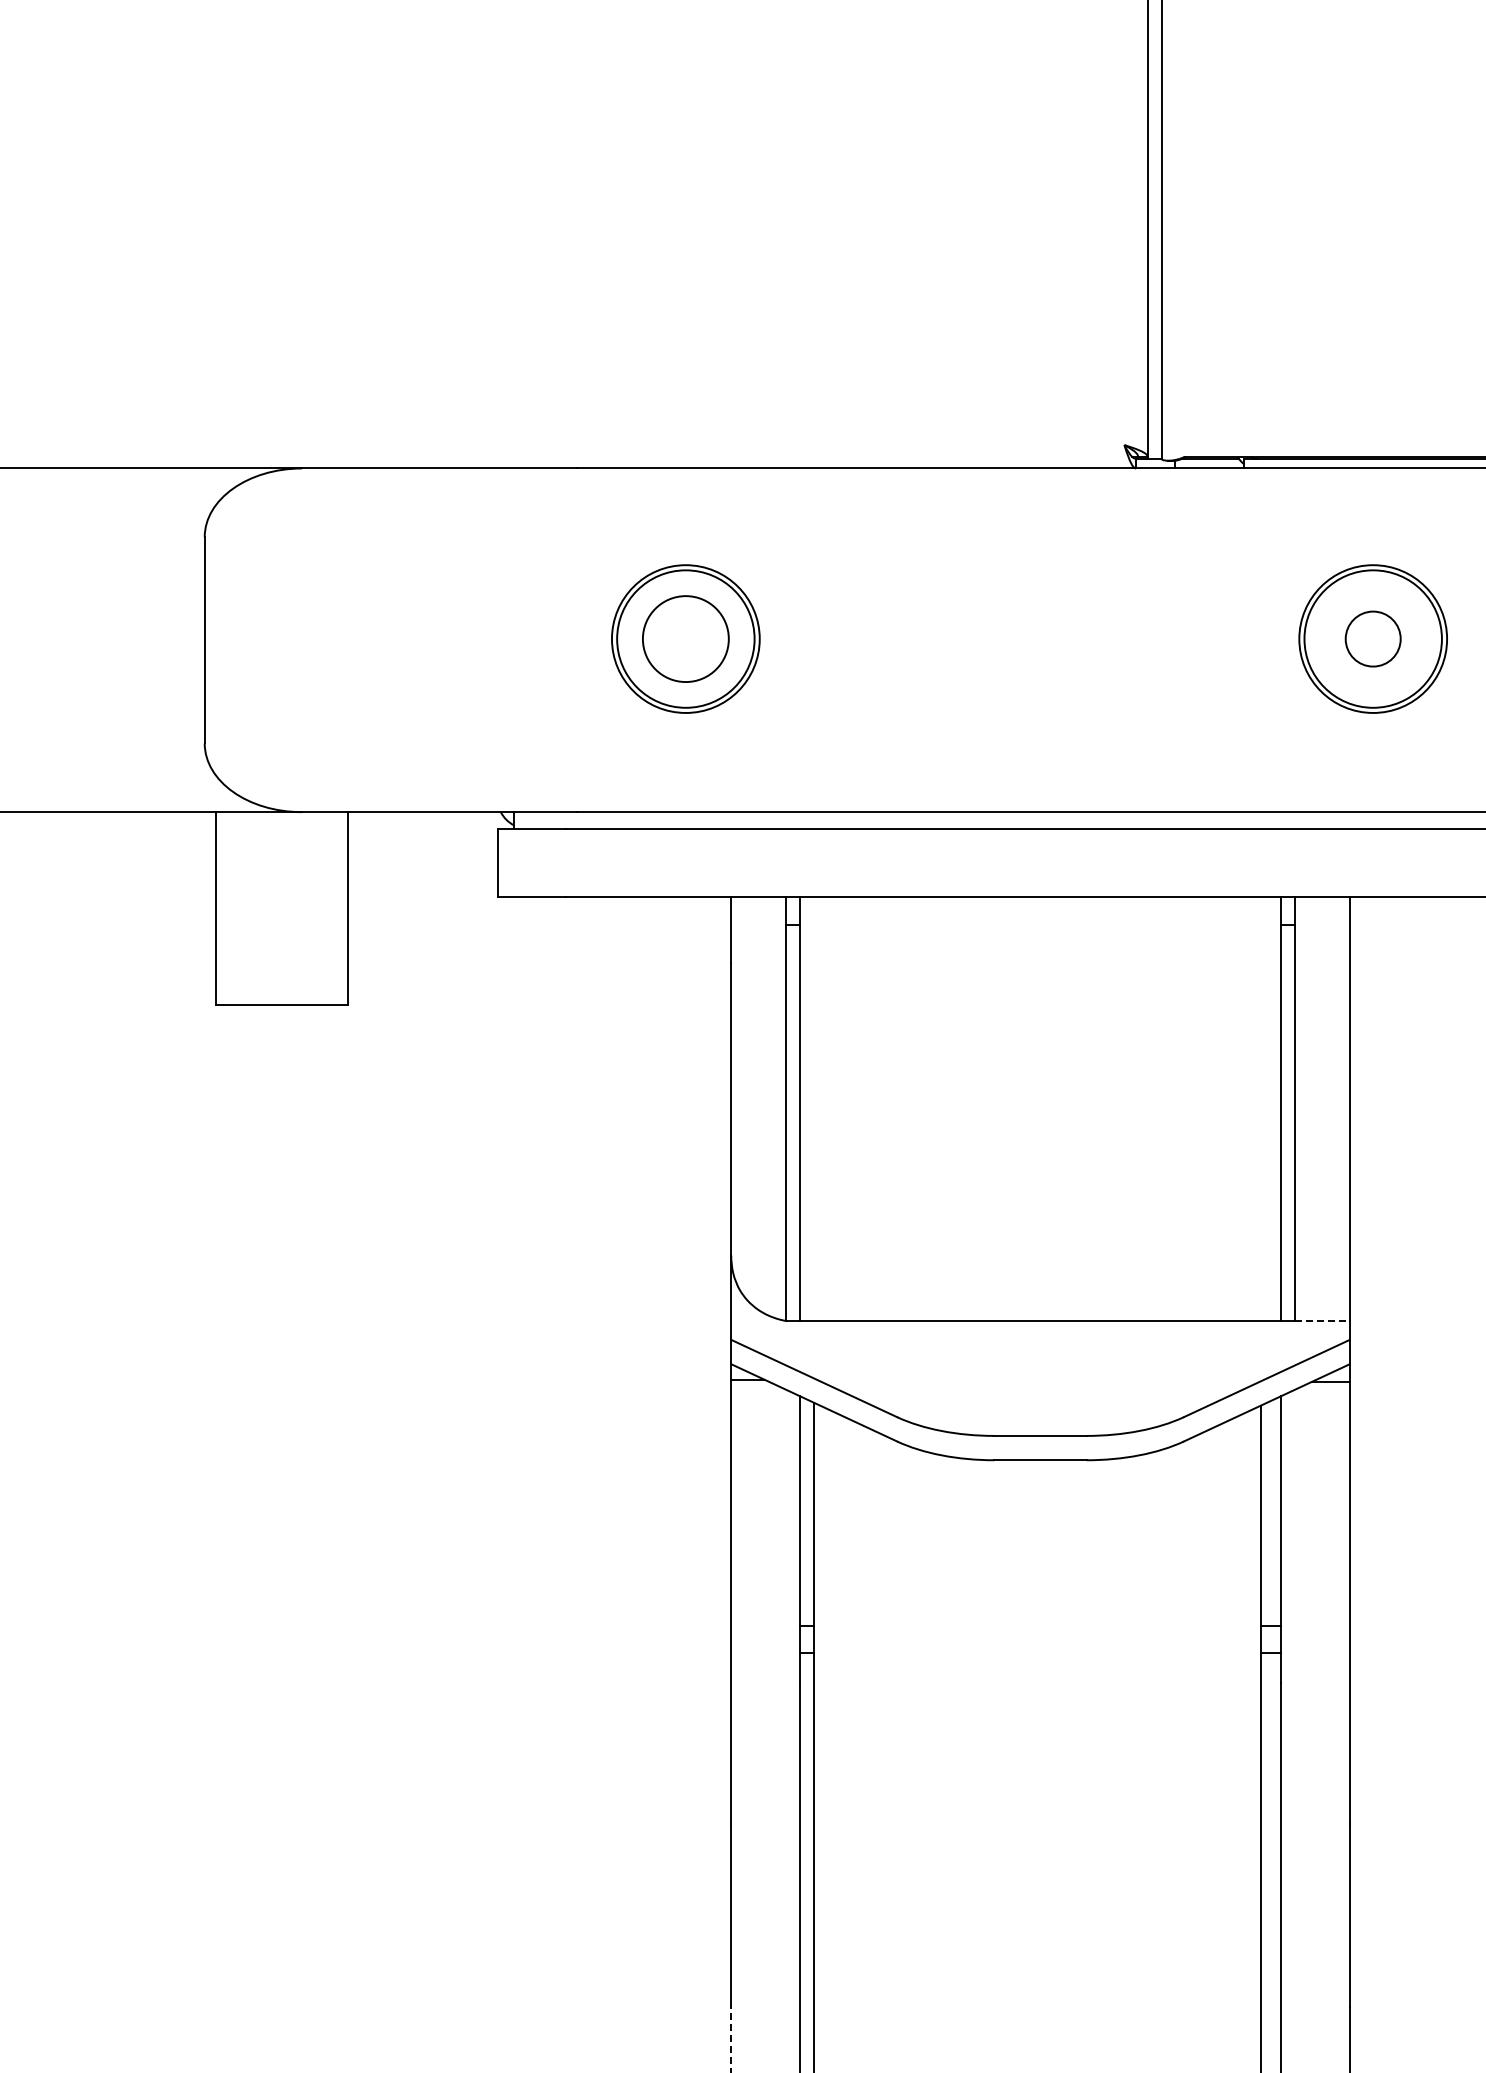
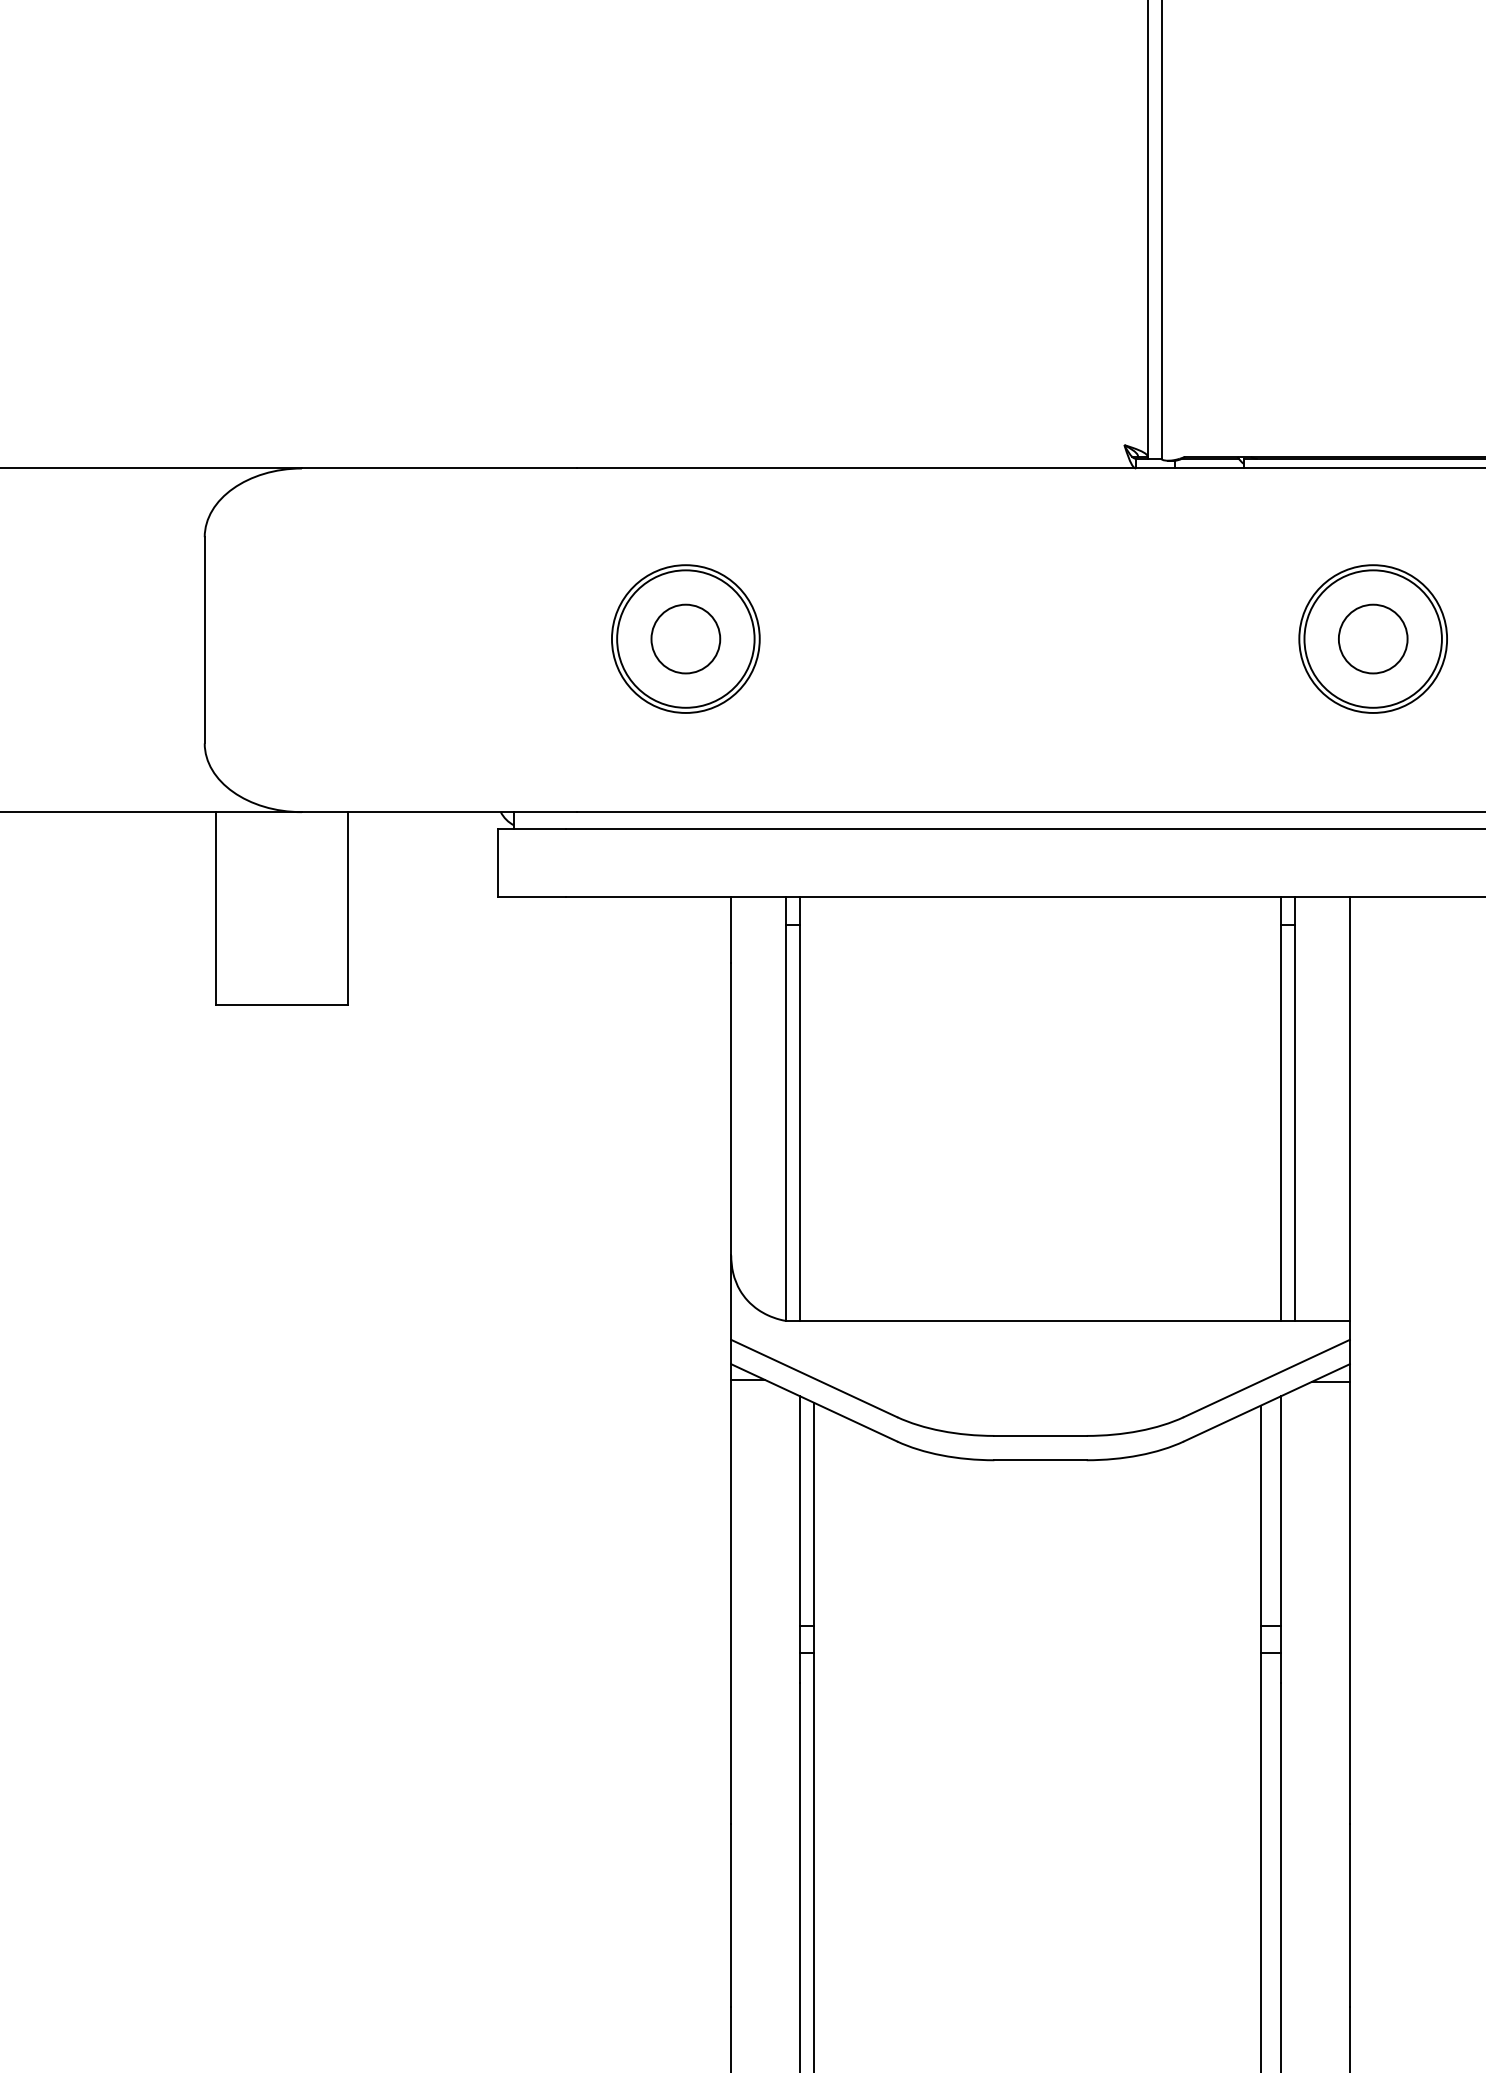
circle at (1372, 638) diameter: 55 px -> 69 px
circle at (685, 639) diameter: 86 px -> 69 px
line at (1322, 1321): dashed -> solid
line at (731, 2039): dashed -> solid
